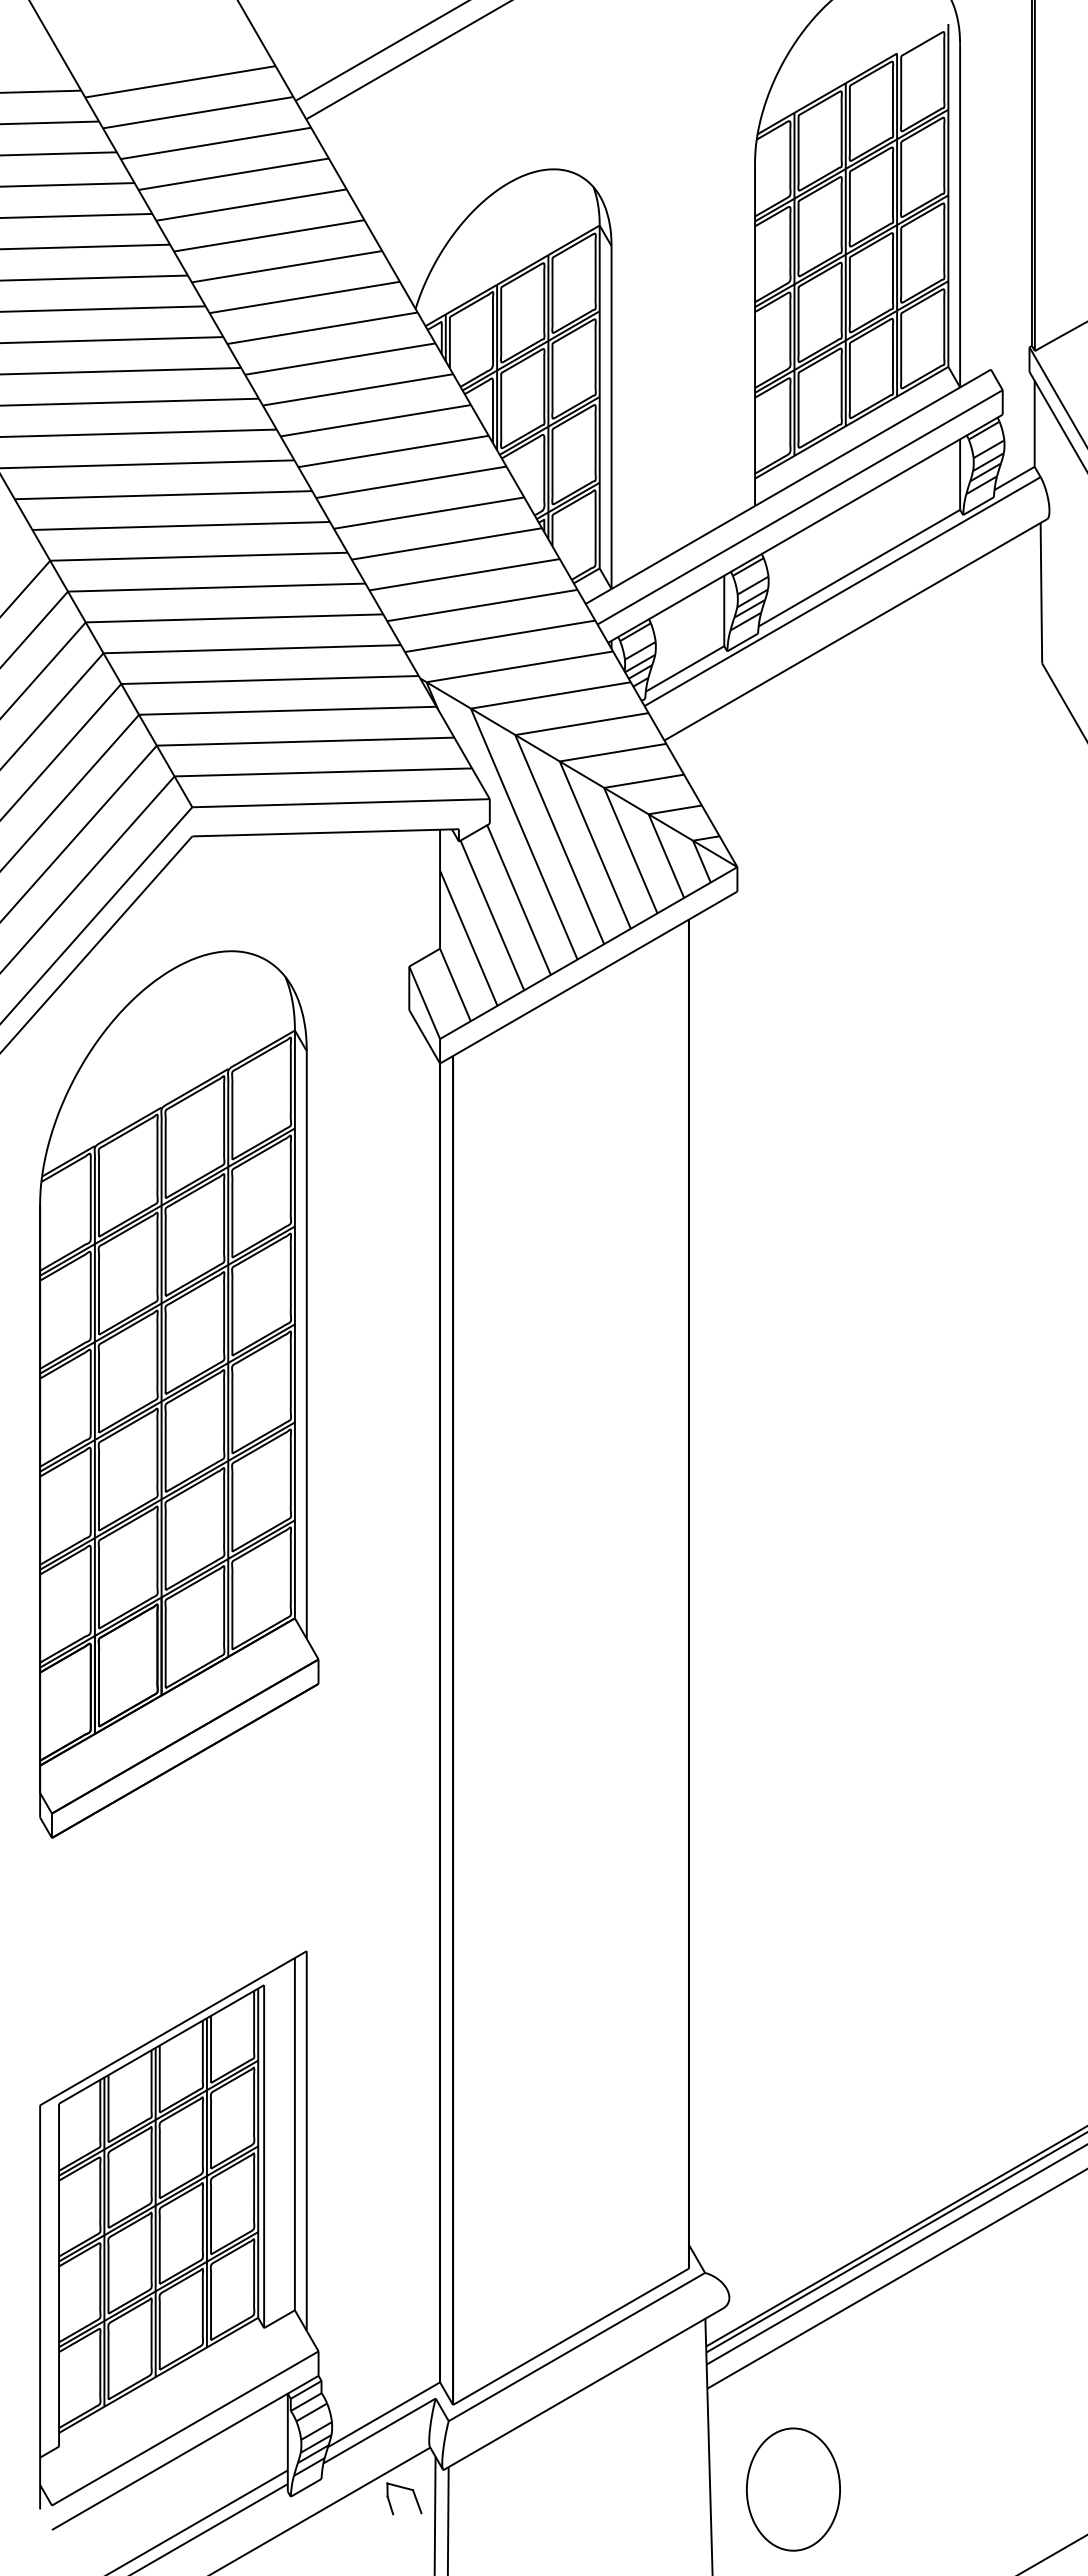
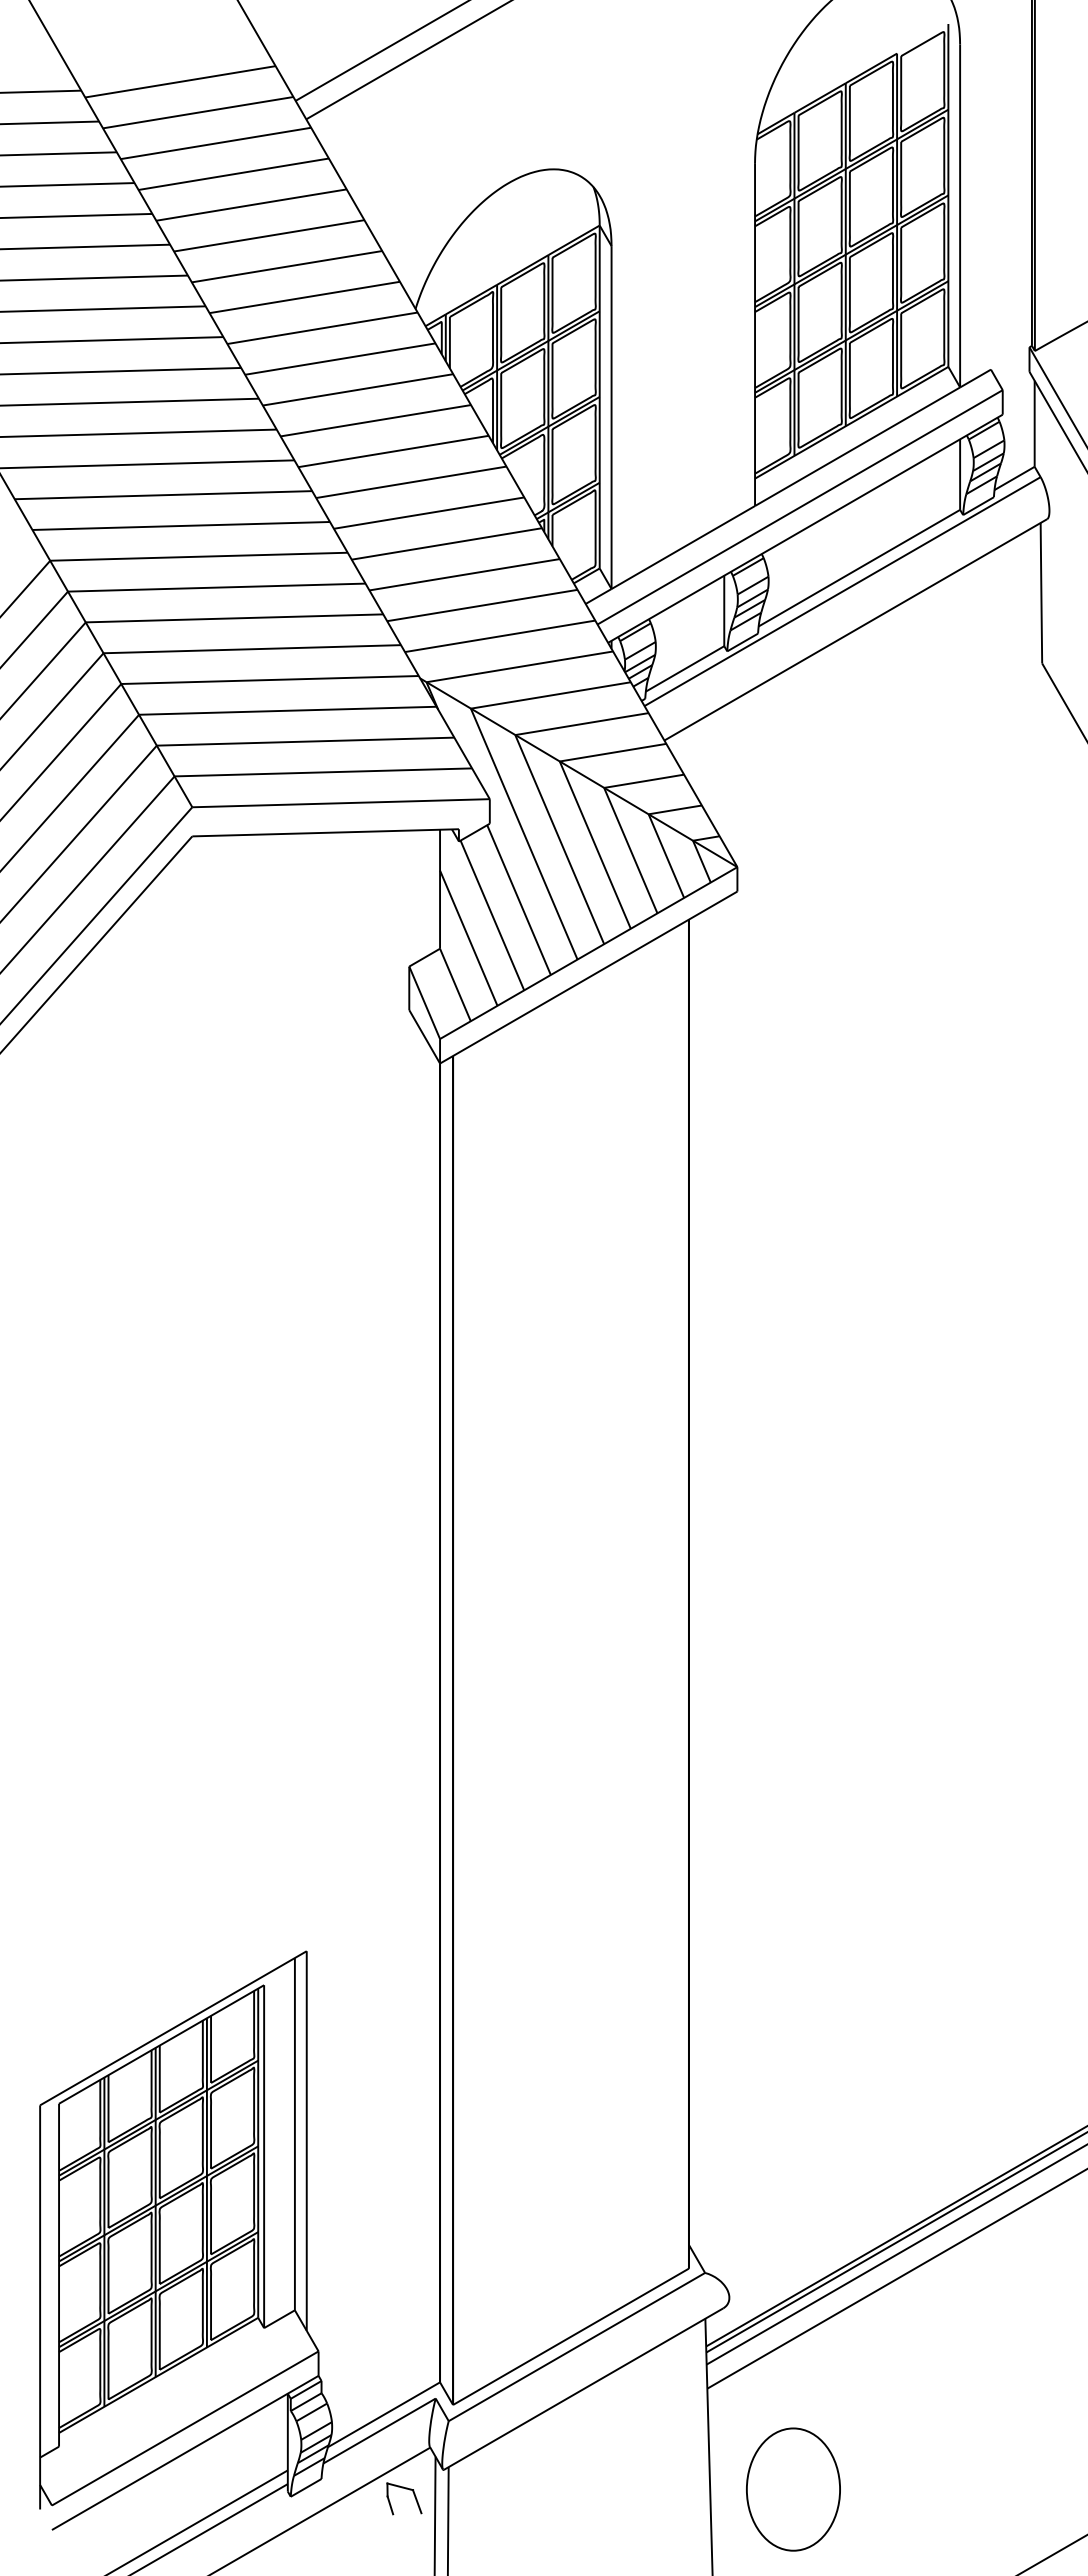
part at (179, 1394): present -> none
